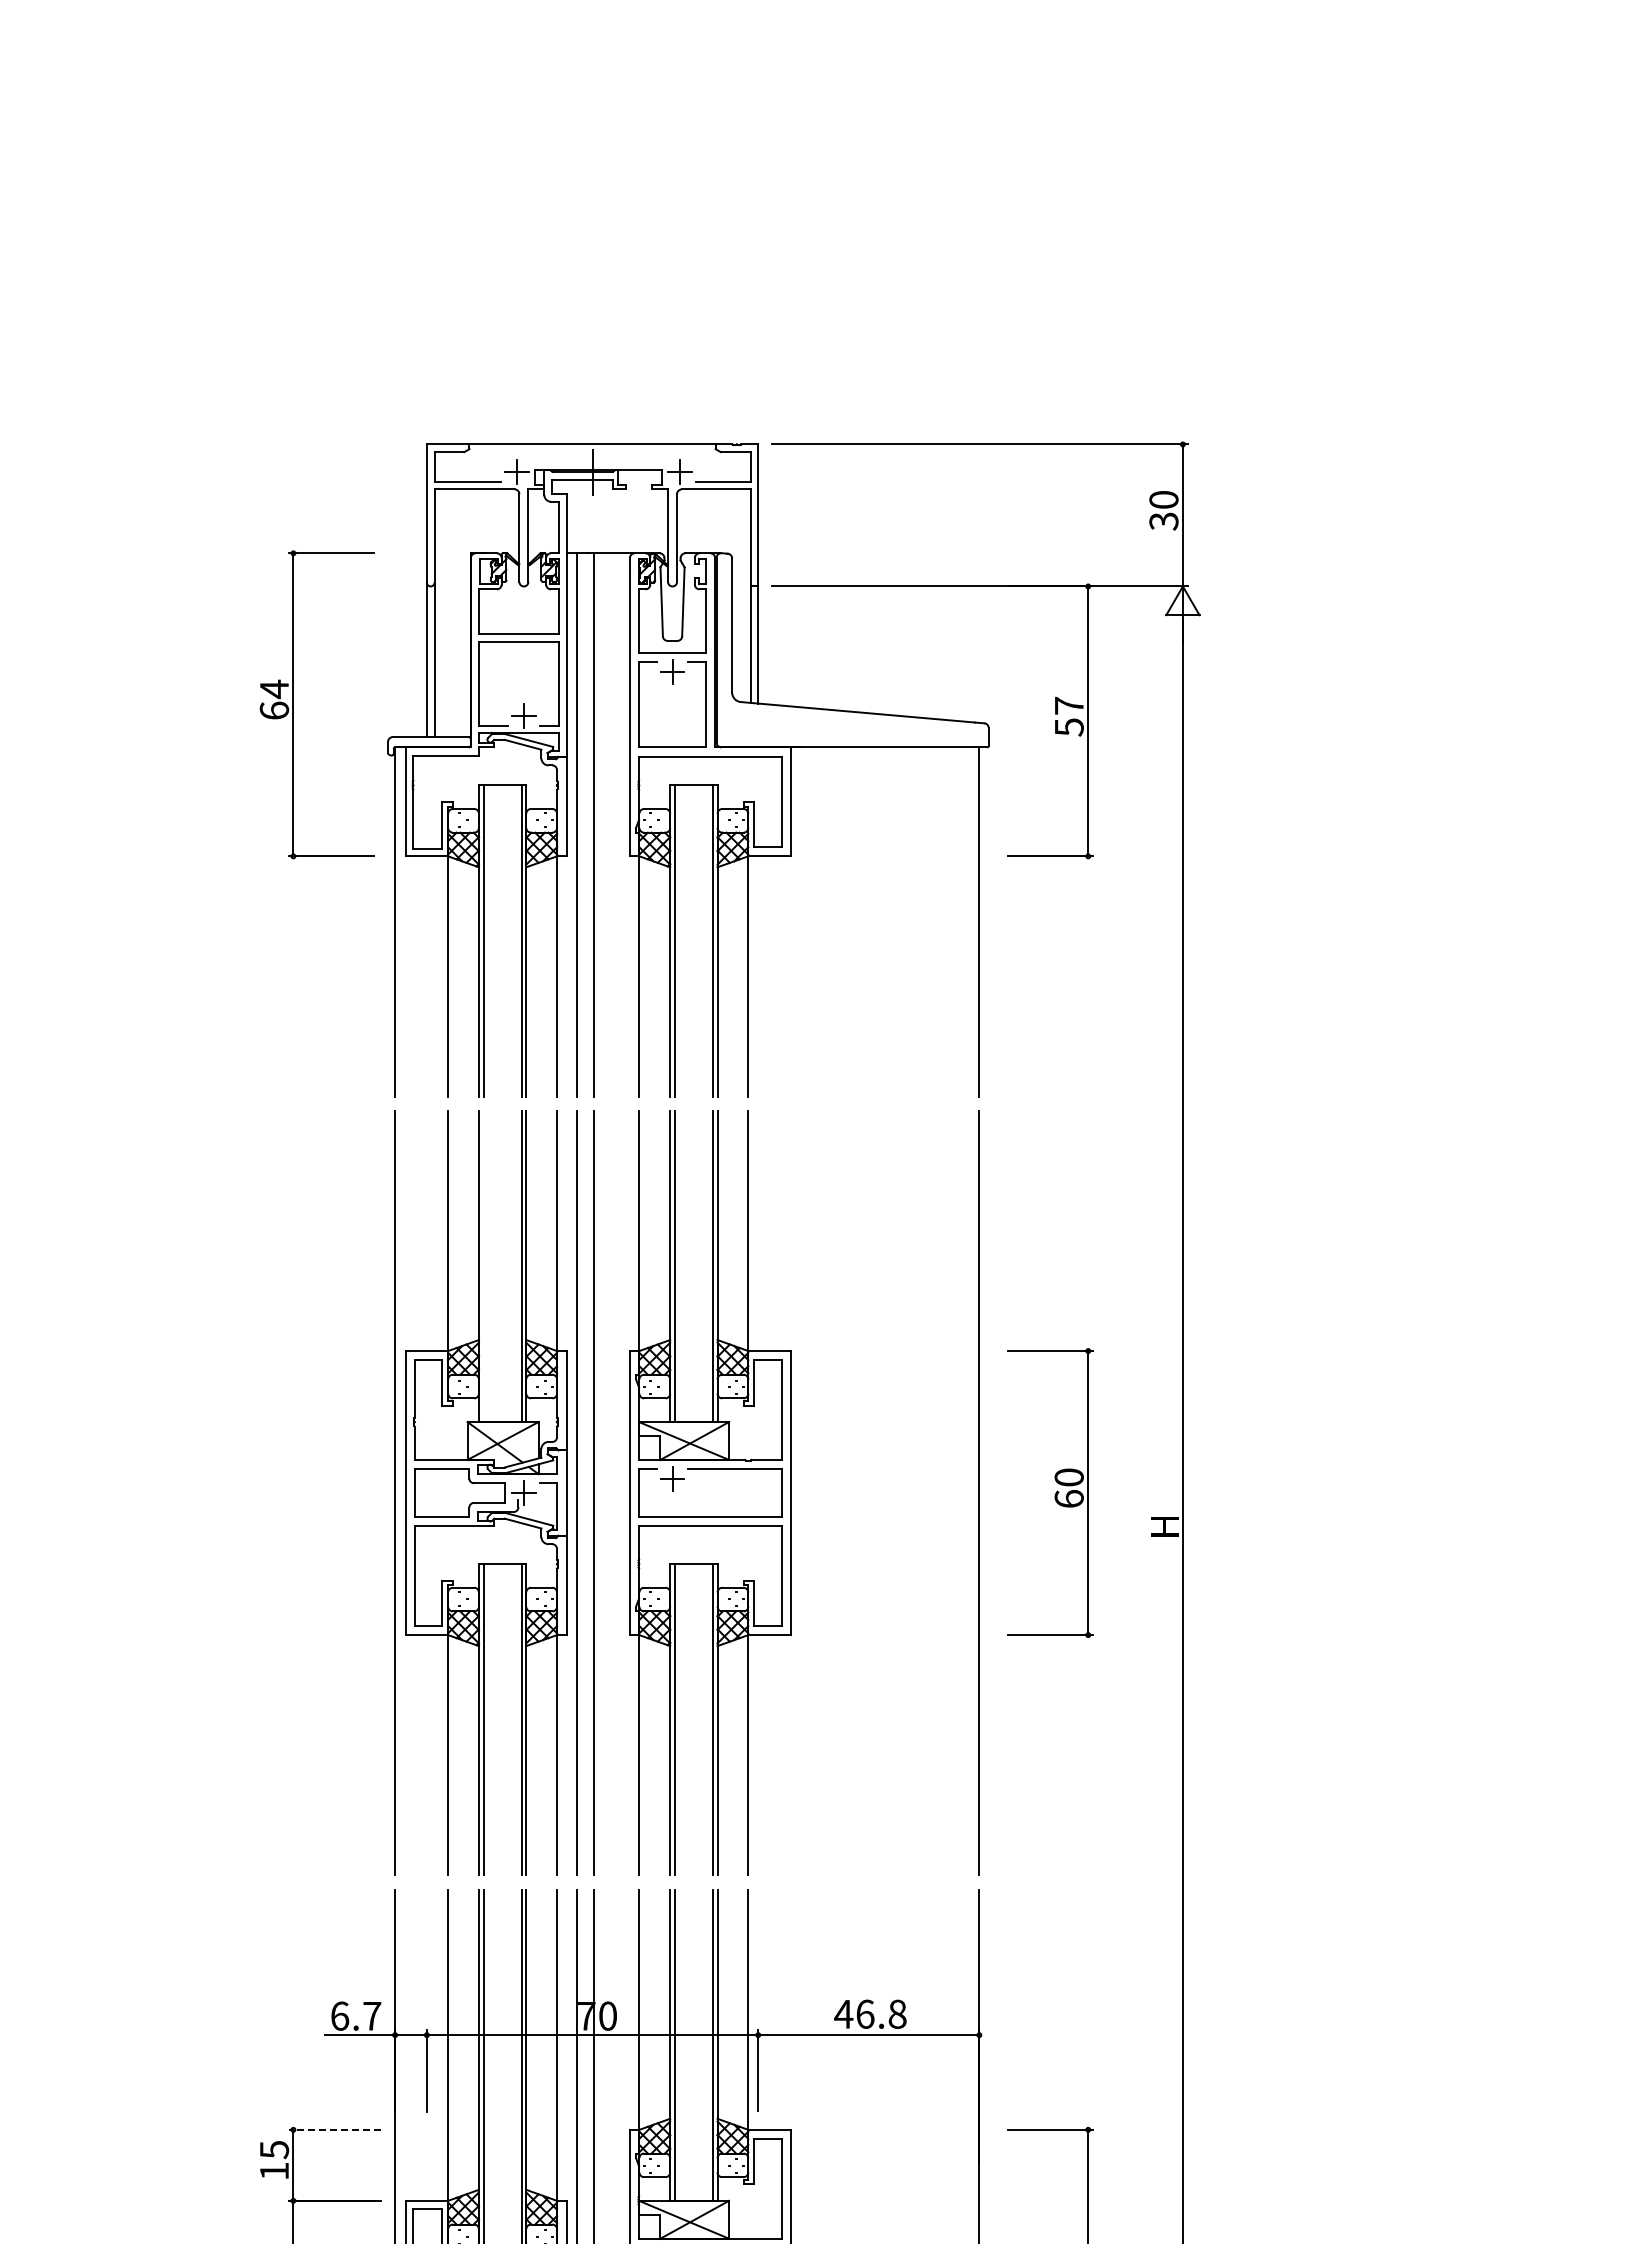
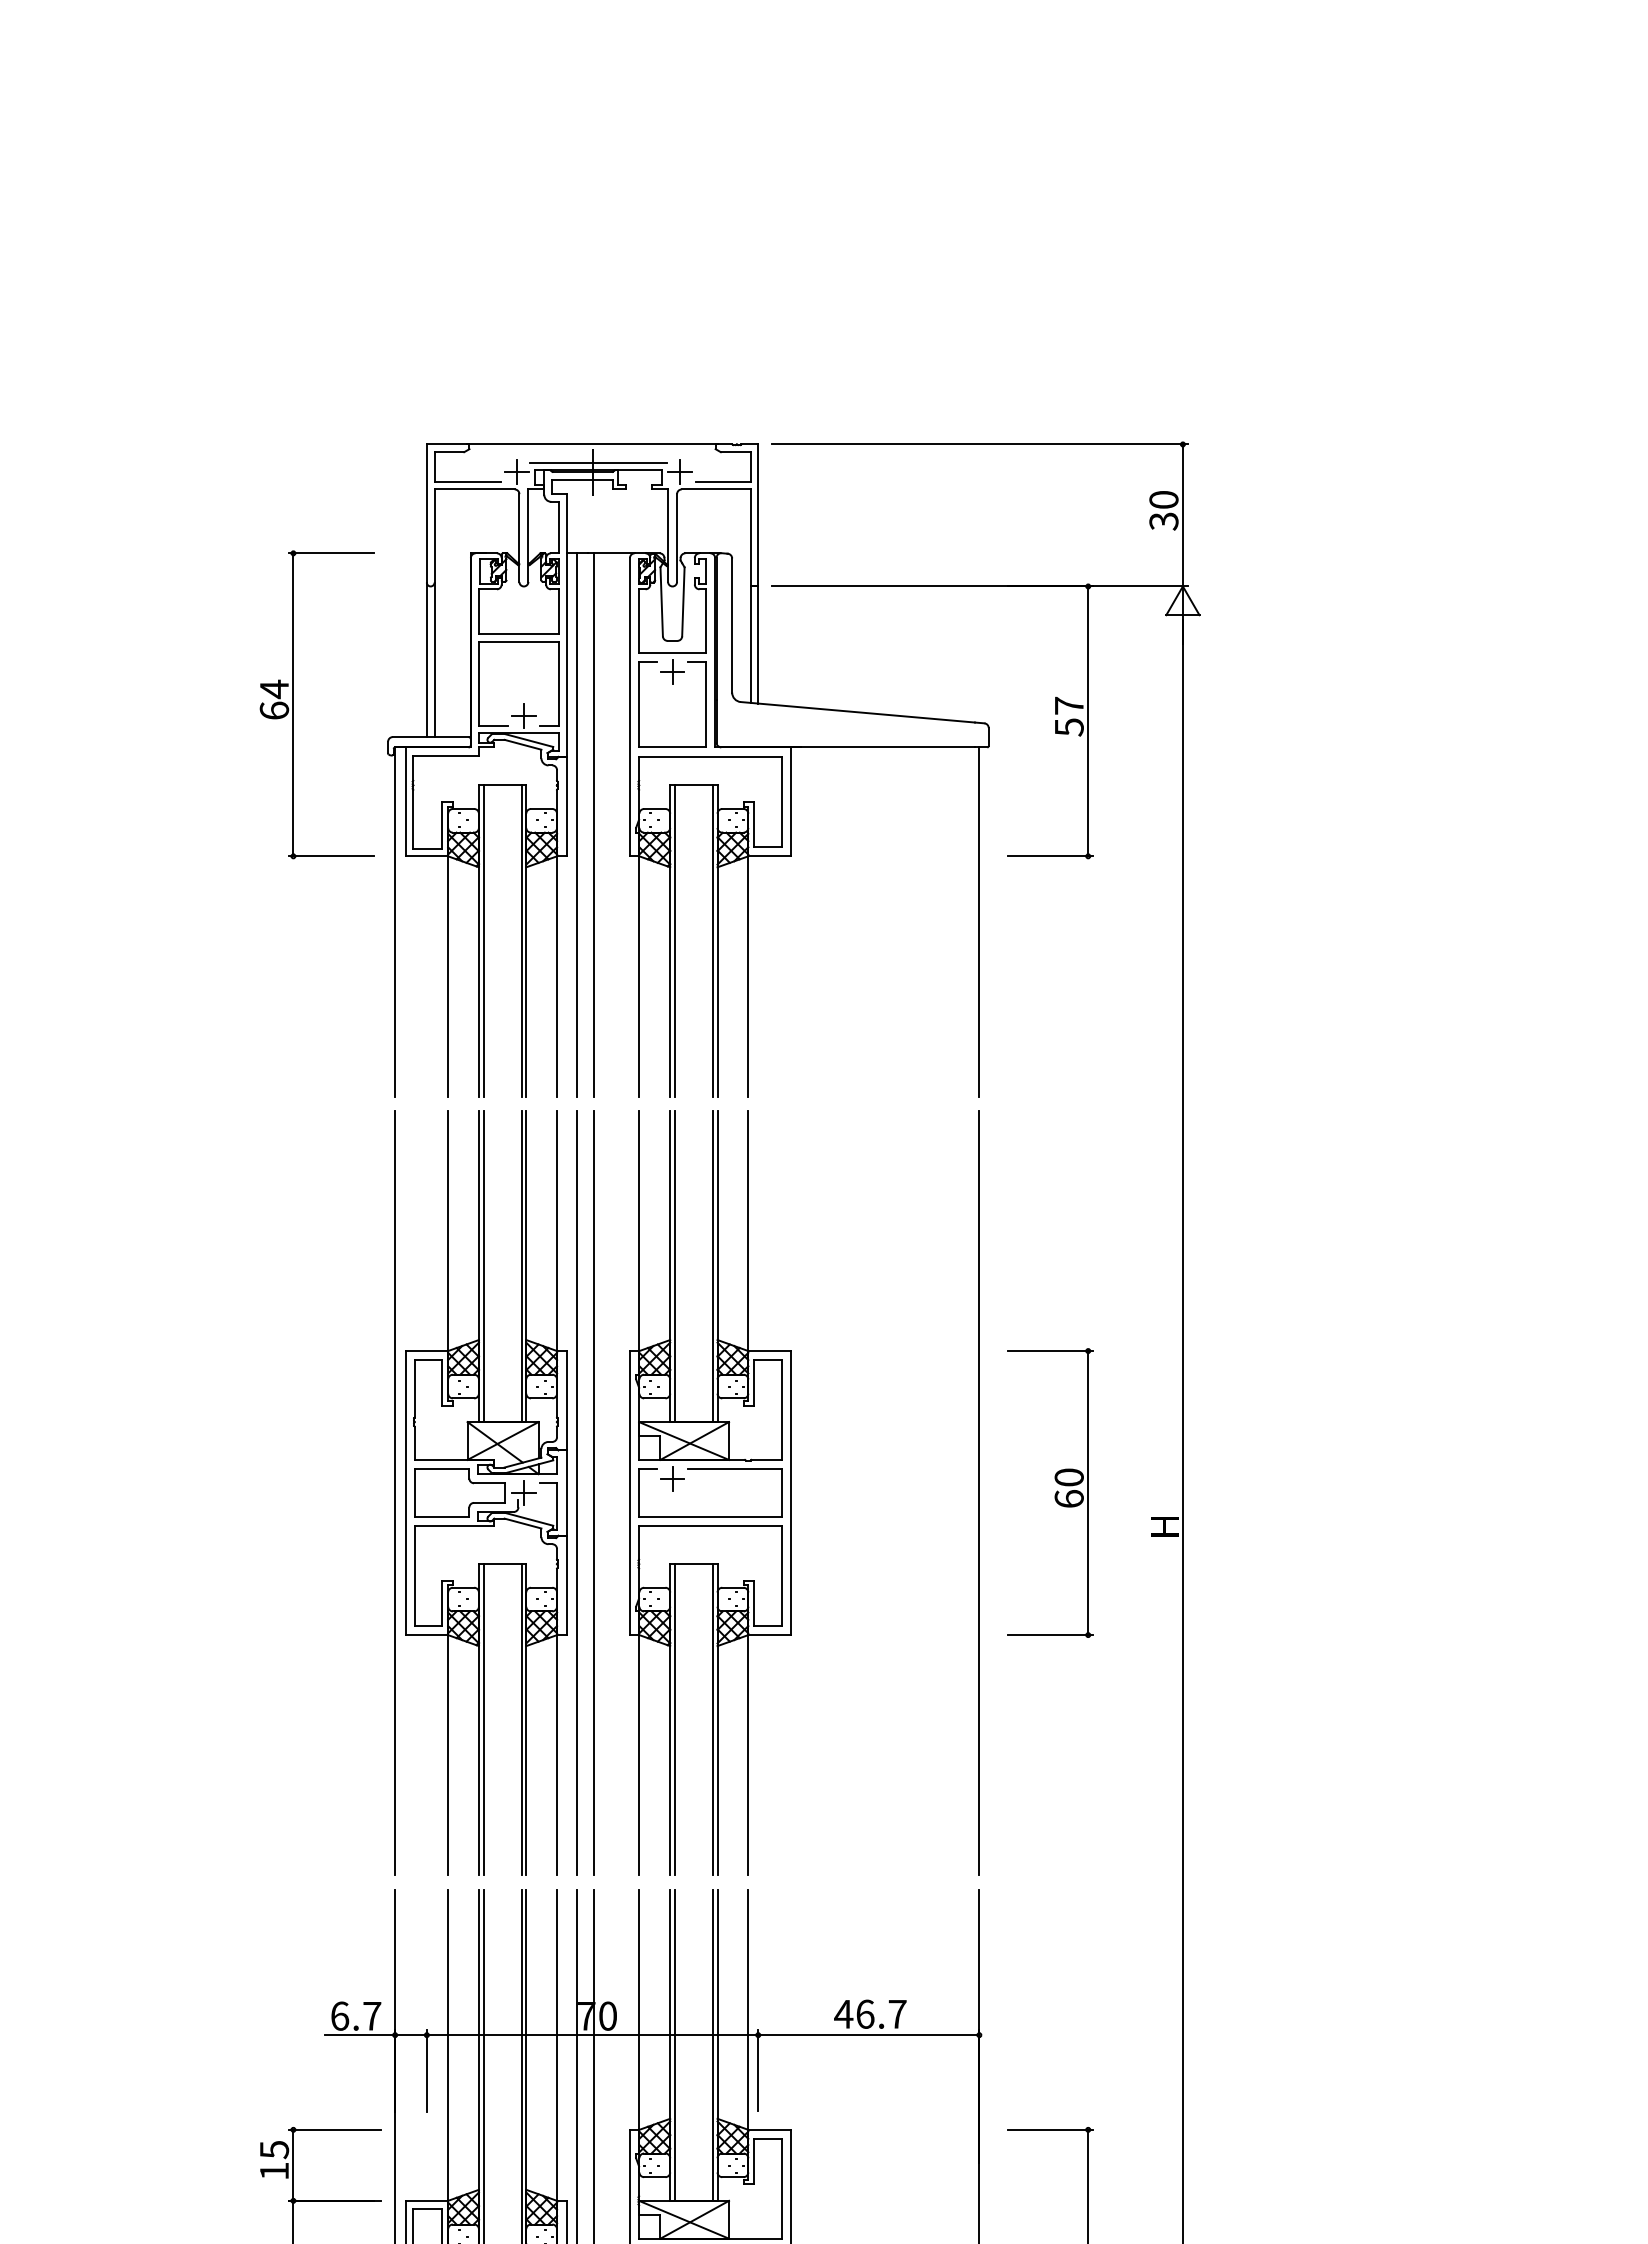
line at (597, 462): none -> present
line at (483, 1266): none -> present
text at (897, 2013): 46.8 -> 46.7
line at (334, 2129): dashed -> solid
